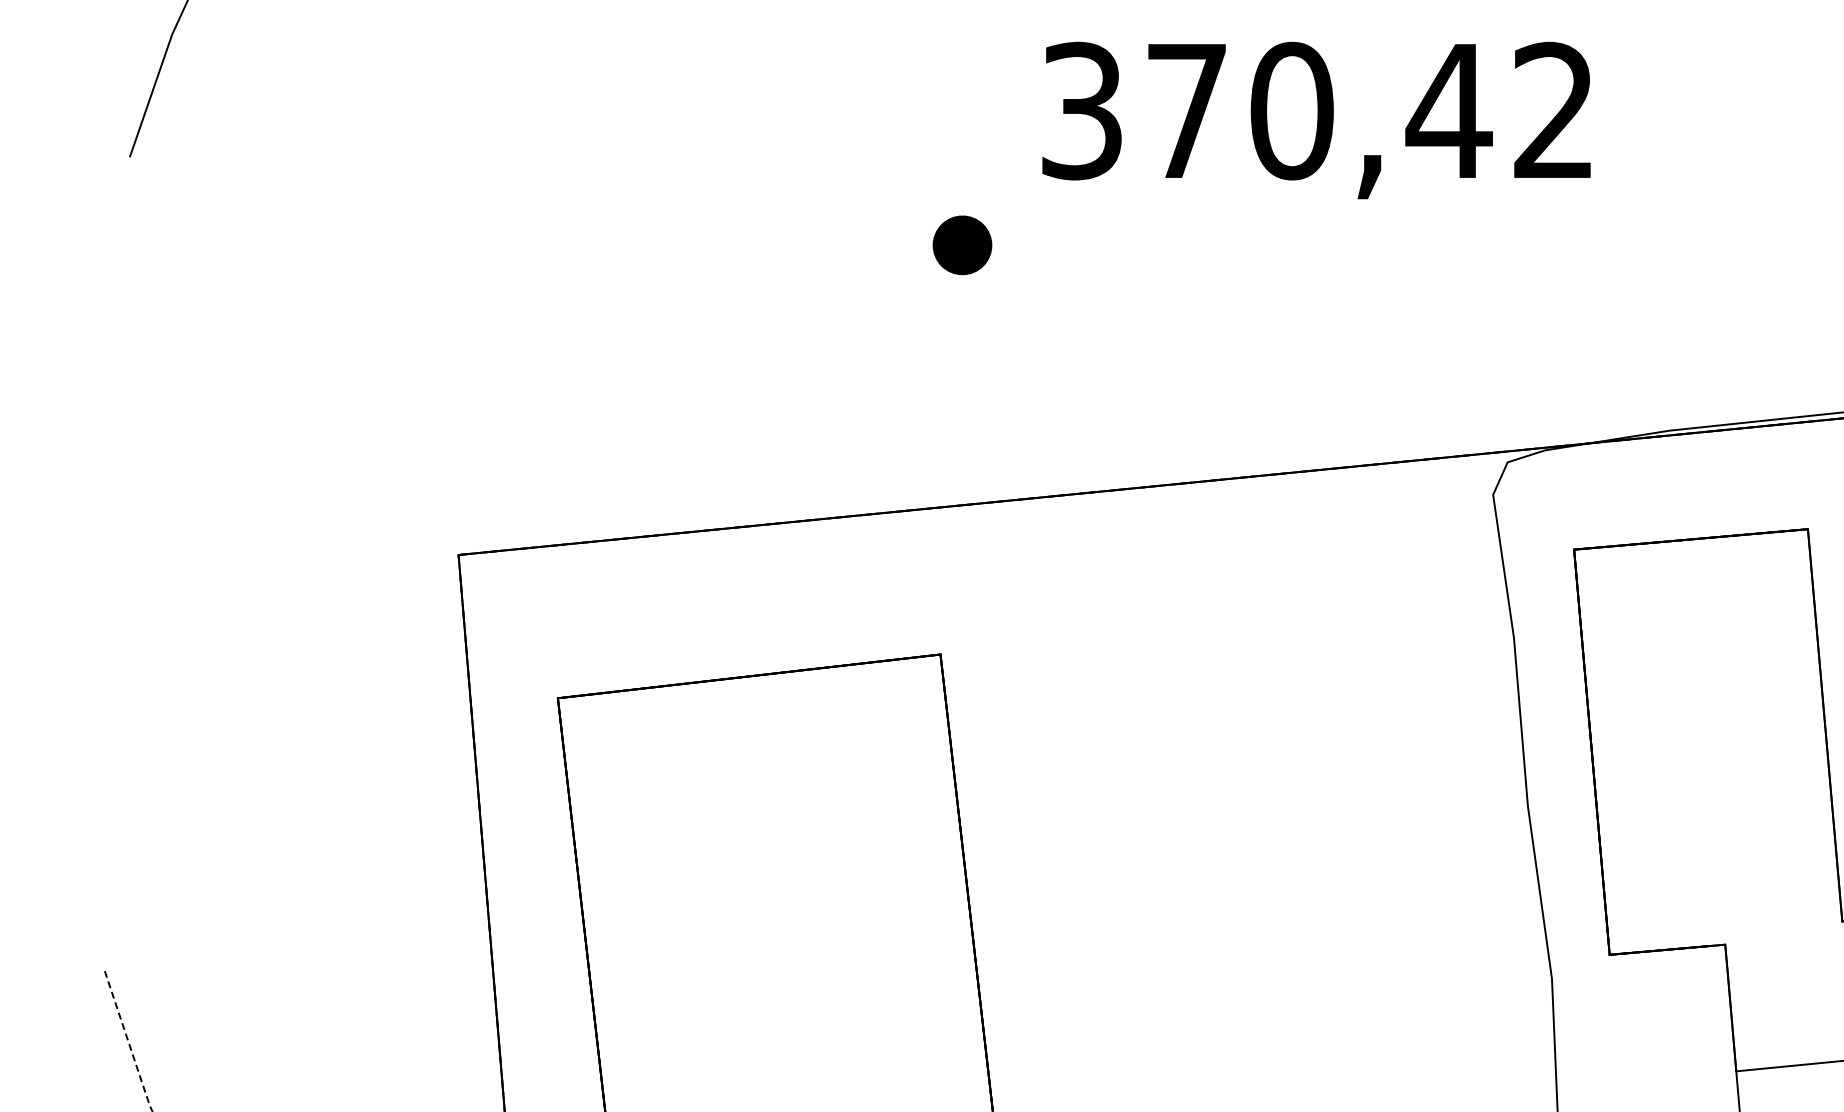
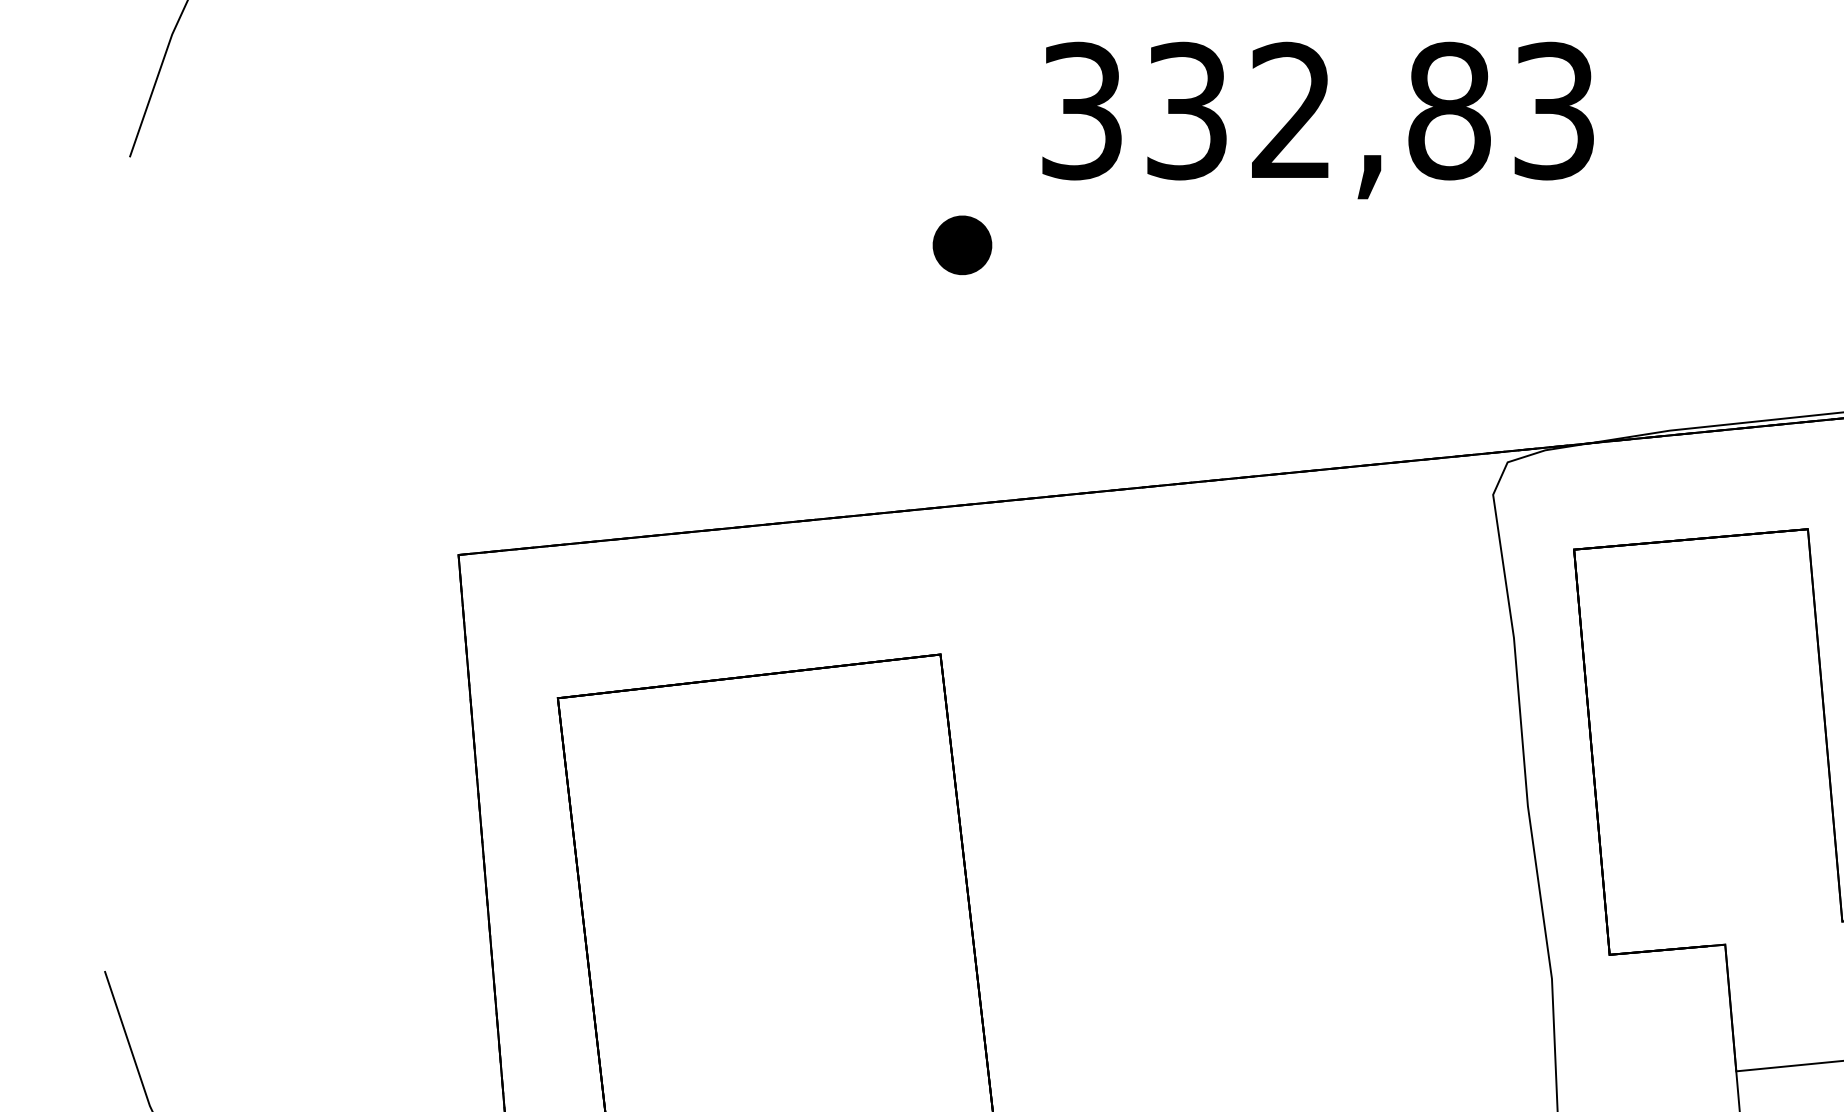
text at (1370, 110): 370,42 -> 332,83
line at (128, 1041): dashed -> solid
